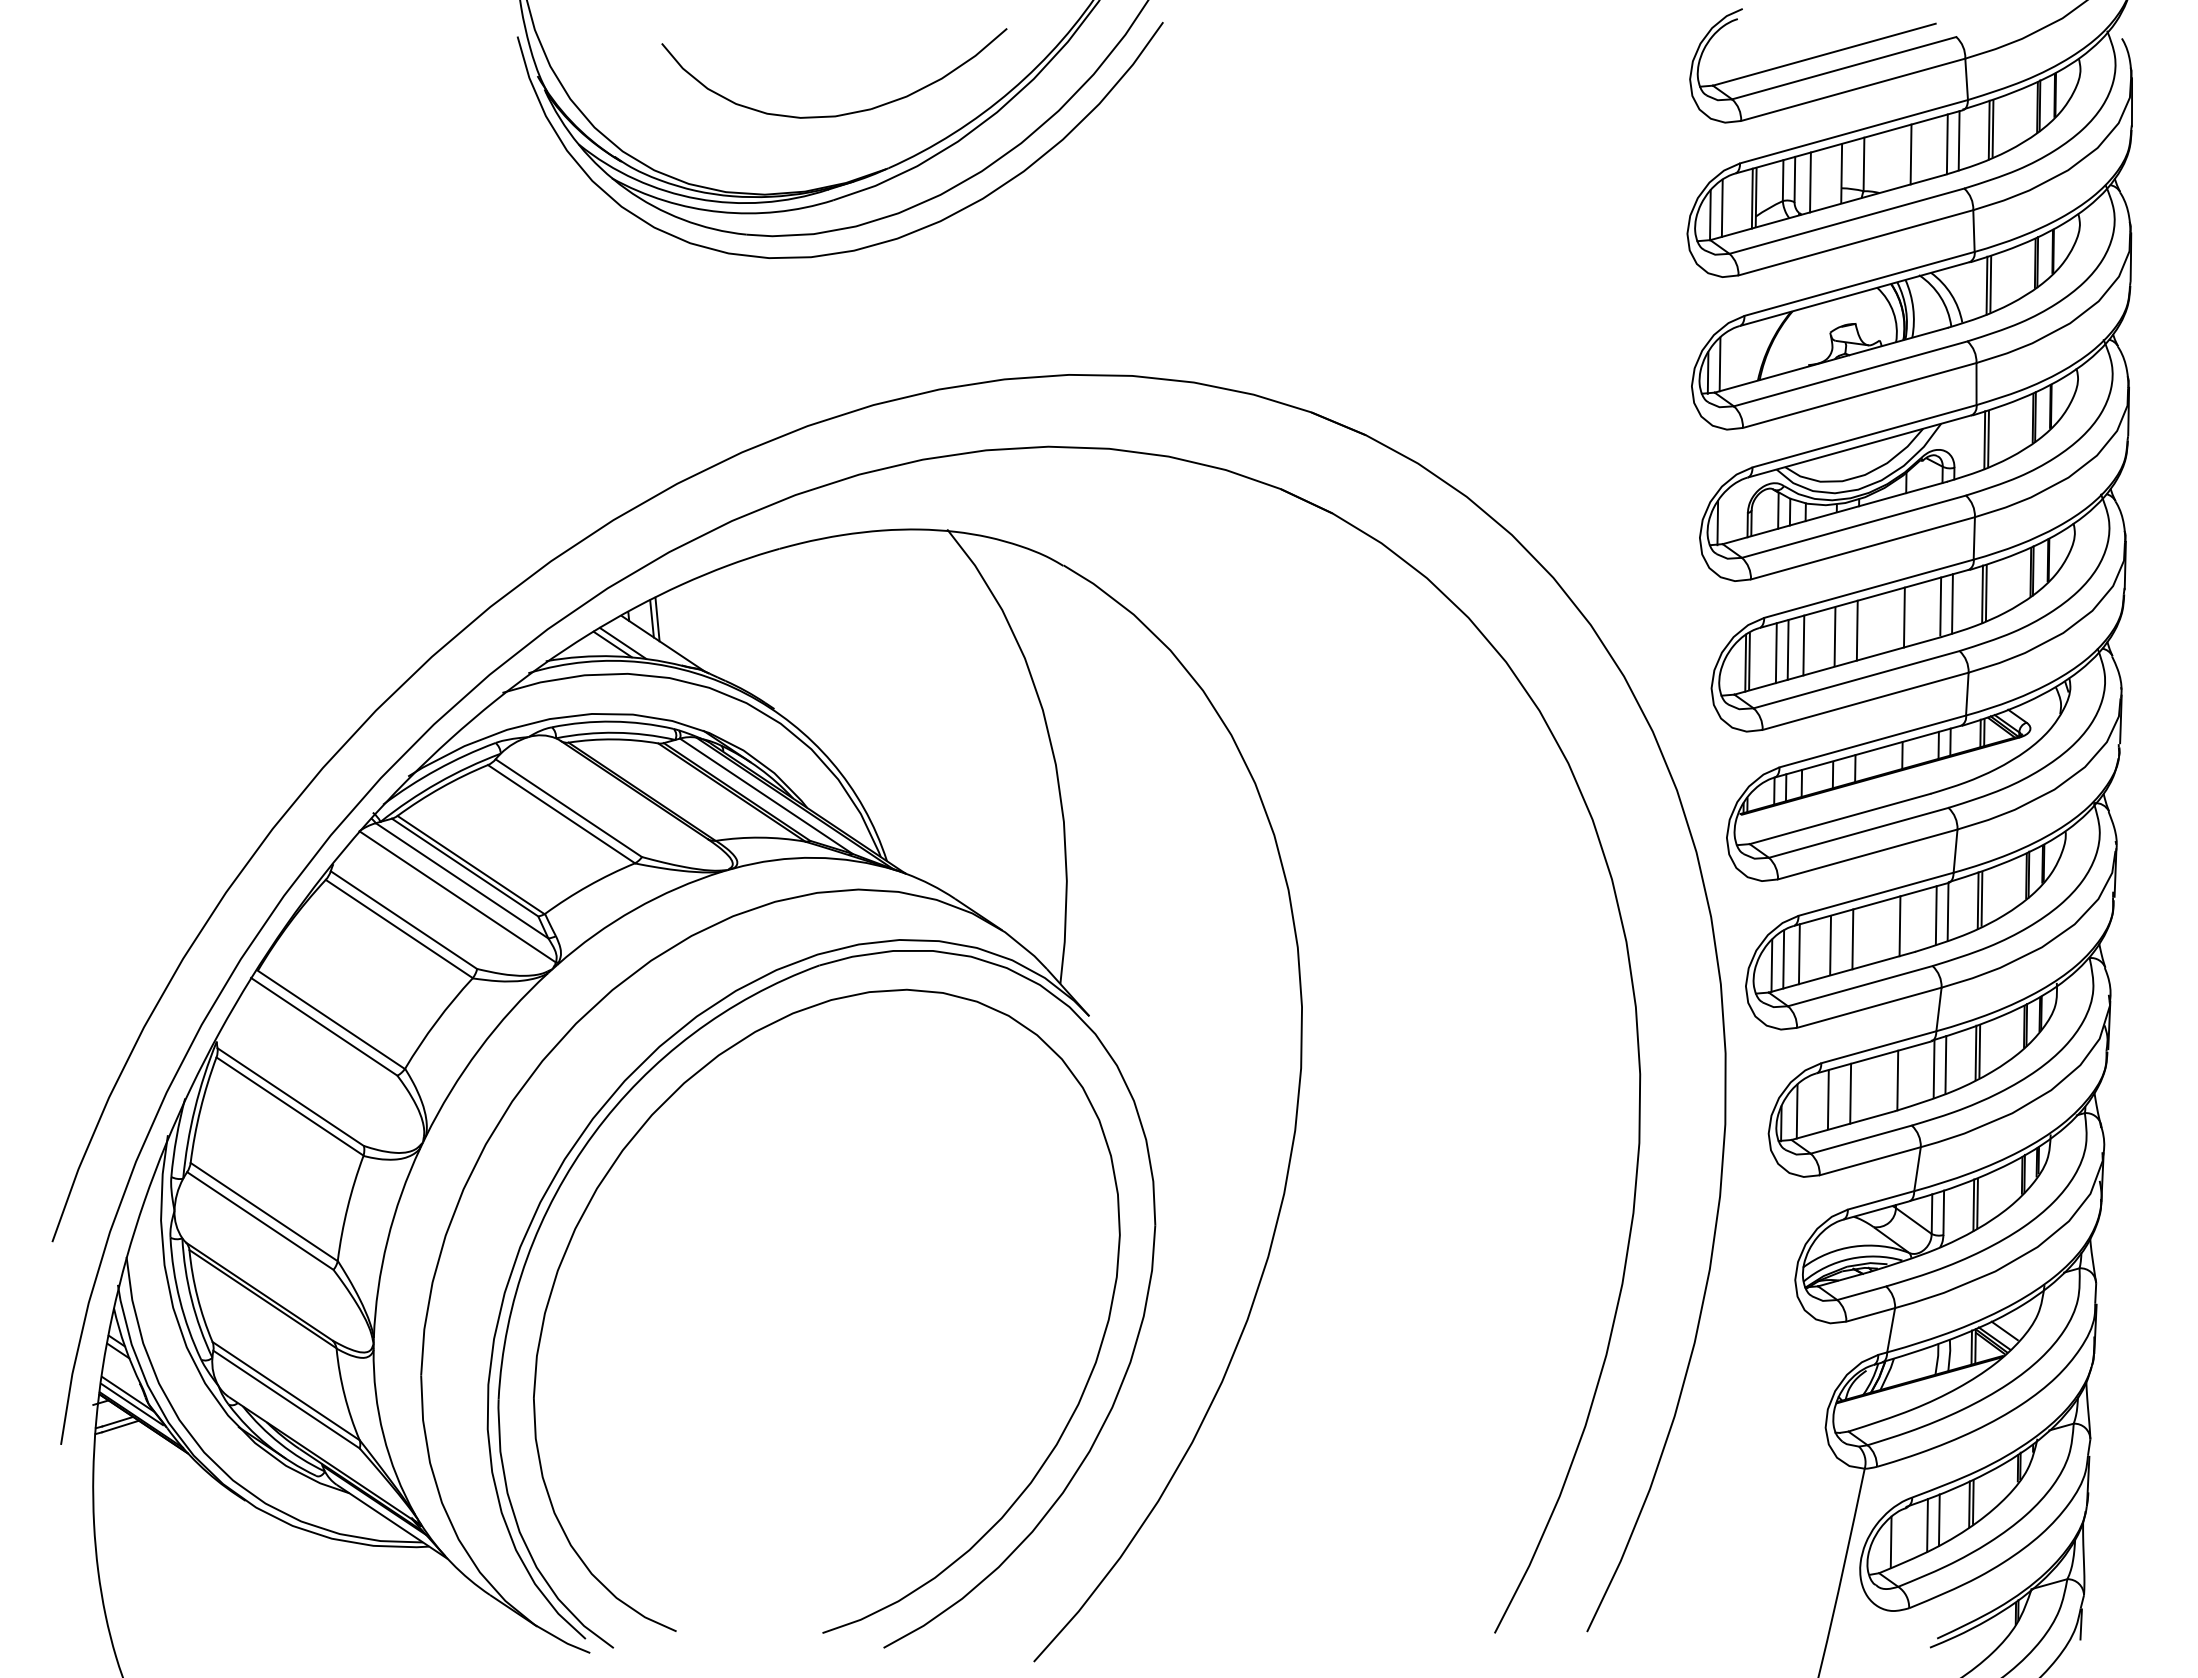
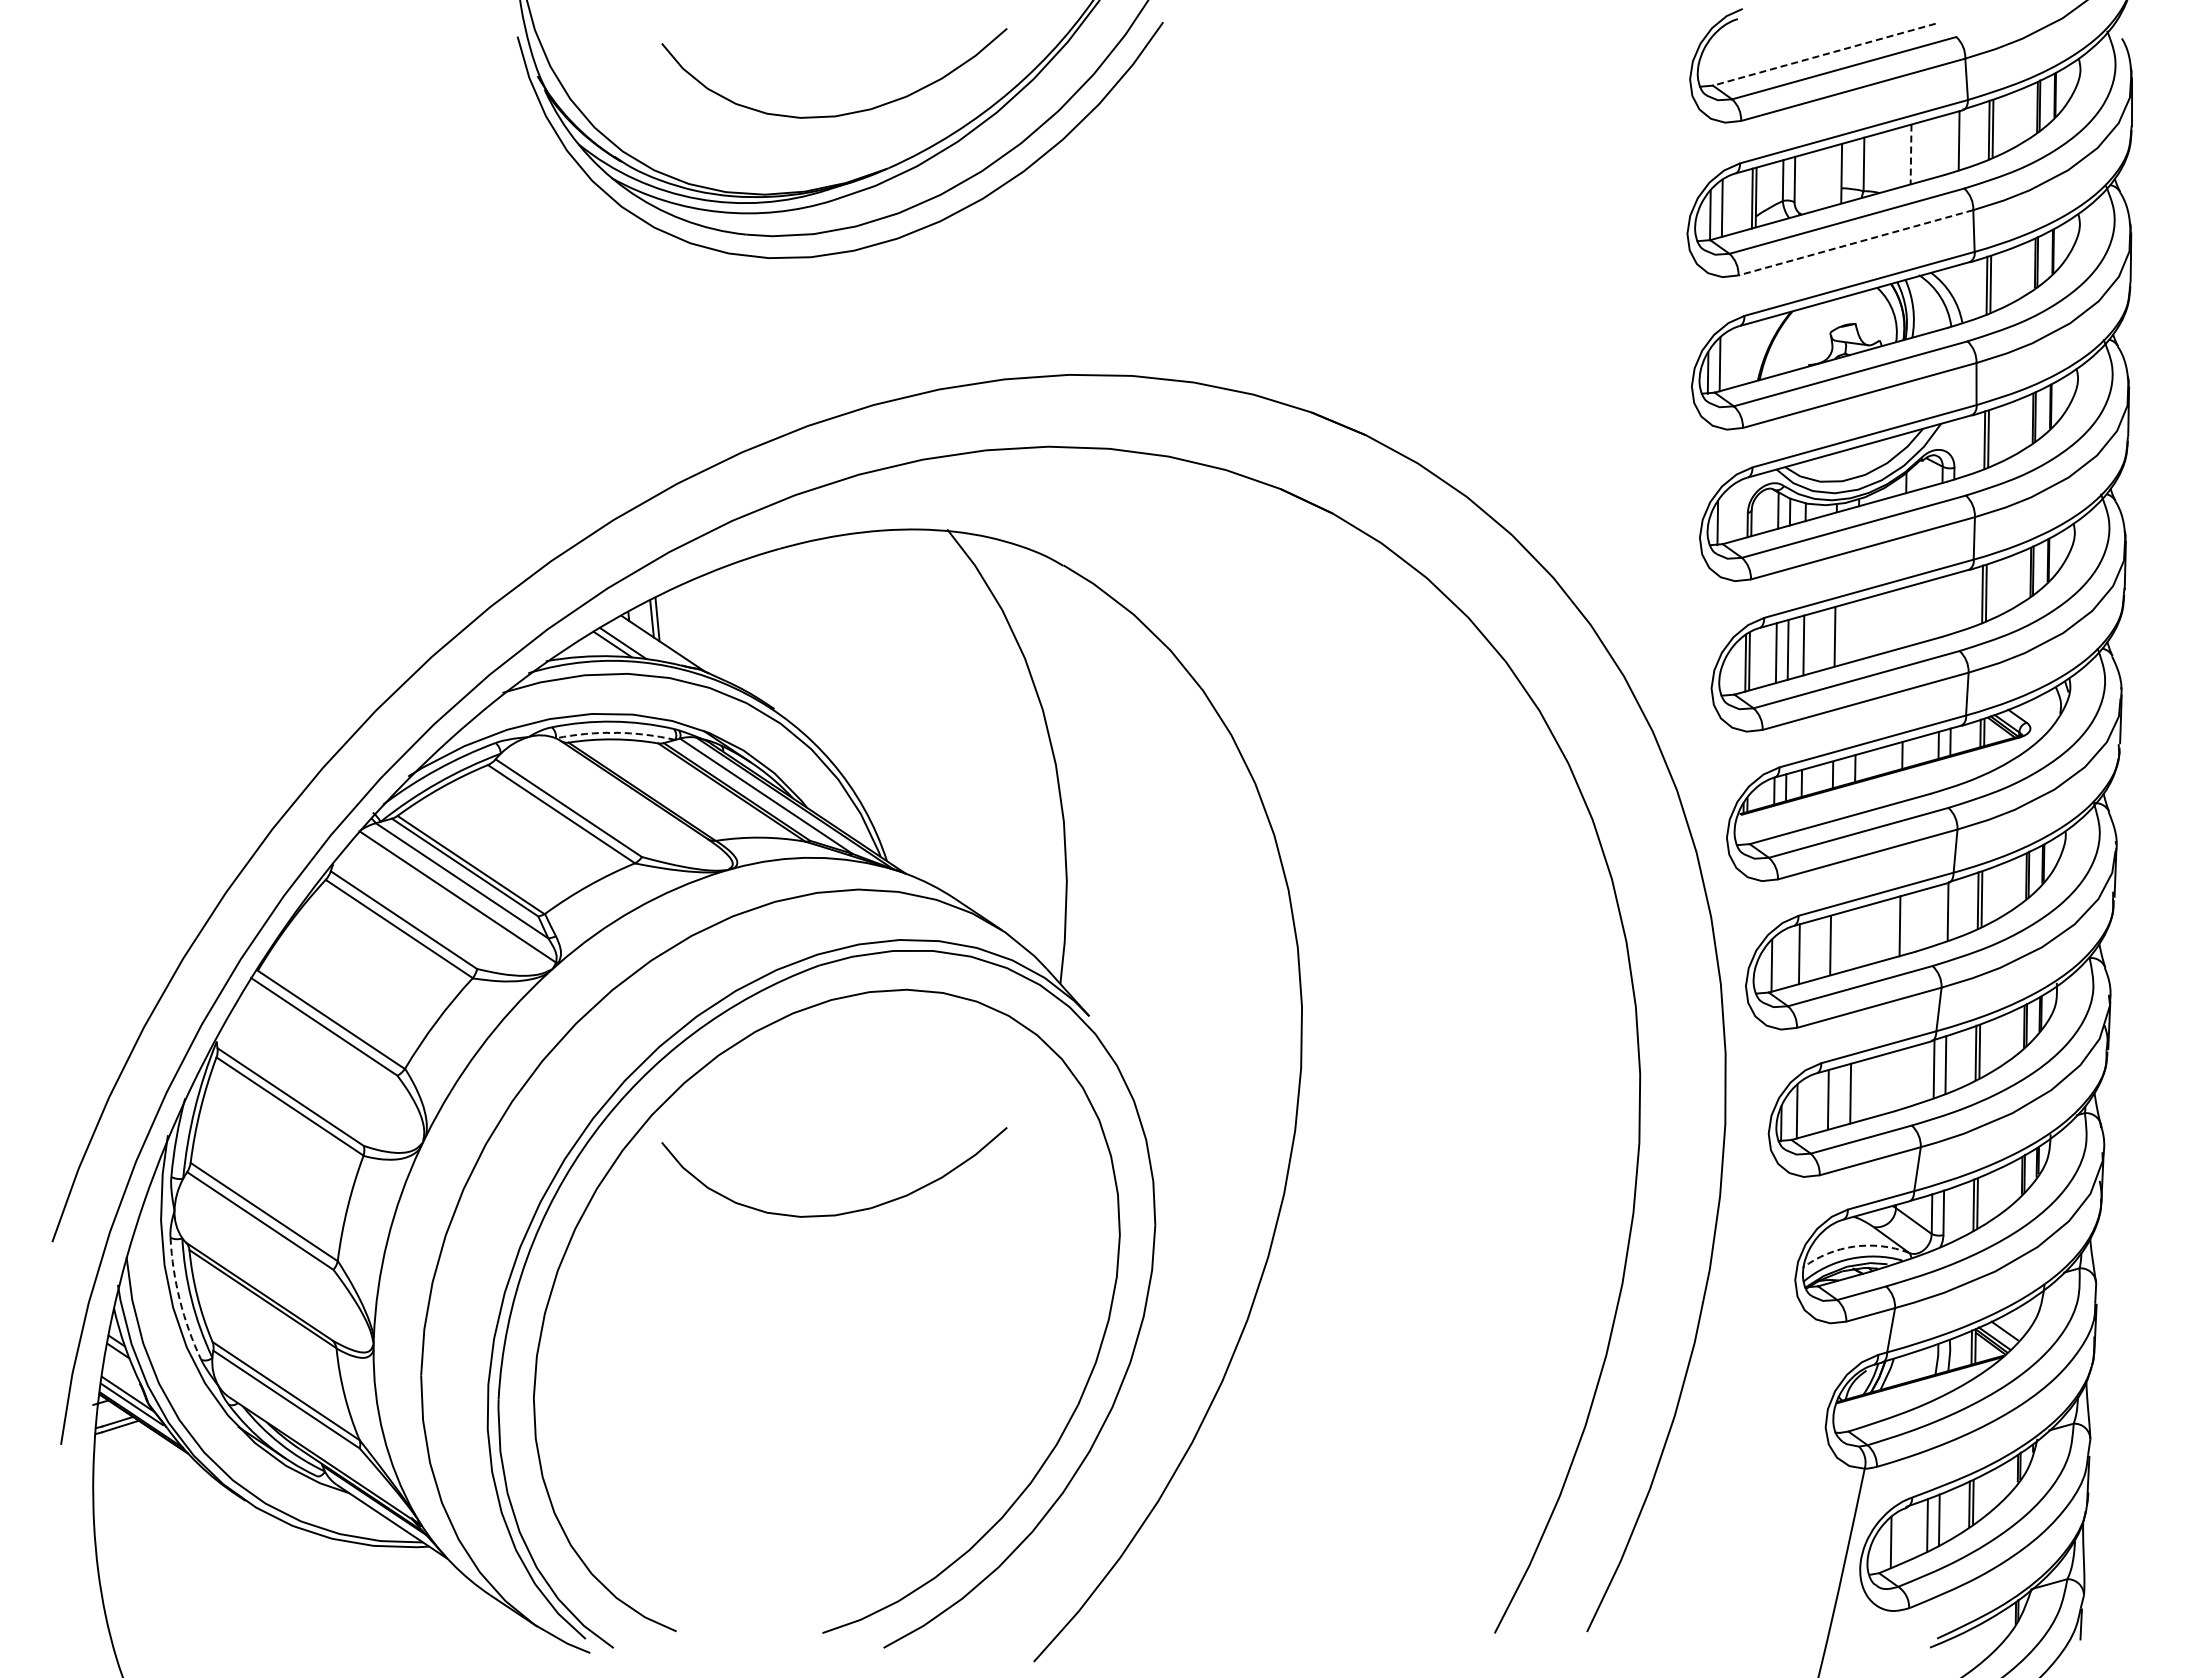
line at (1824, 54): solid -> dashed
line at (1946, 144): present -> none
line at (1911, 154): solid -> dashed
line at (1810, 182): present -> none
line at (1855, 242): solid -> dashed
line at (1952, 603): present -> none
line at (1940, 606): present -> none
line at (1903, 617): present -> none
line at (1856, 630): present -> none
arc at (615, 732): solid -> dashed
line at (1935, 915): present -> none
line at (1852, 939): present -> none
line at (1783, 959): present -> none
line at (1897, 1080): present -> none
part at (843, 1212): none -> present
arc at (1854, 1246): solid -> dashed
arc at (179, 1300): solid -> dashed
